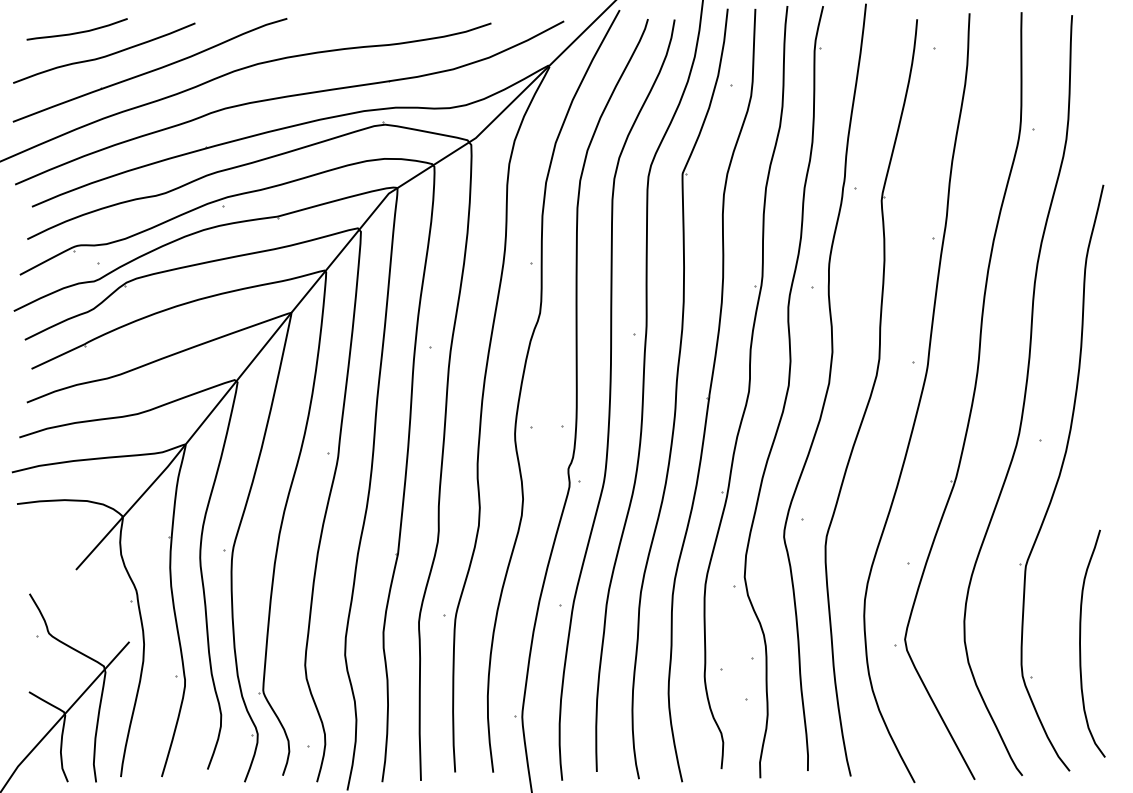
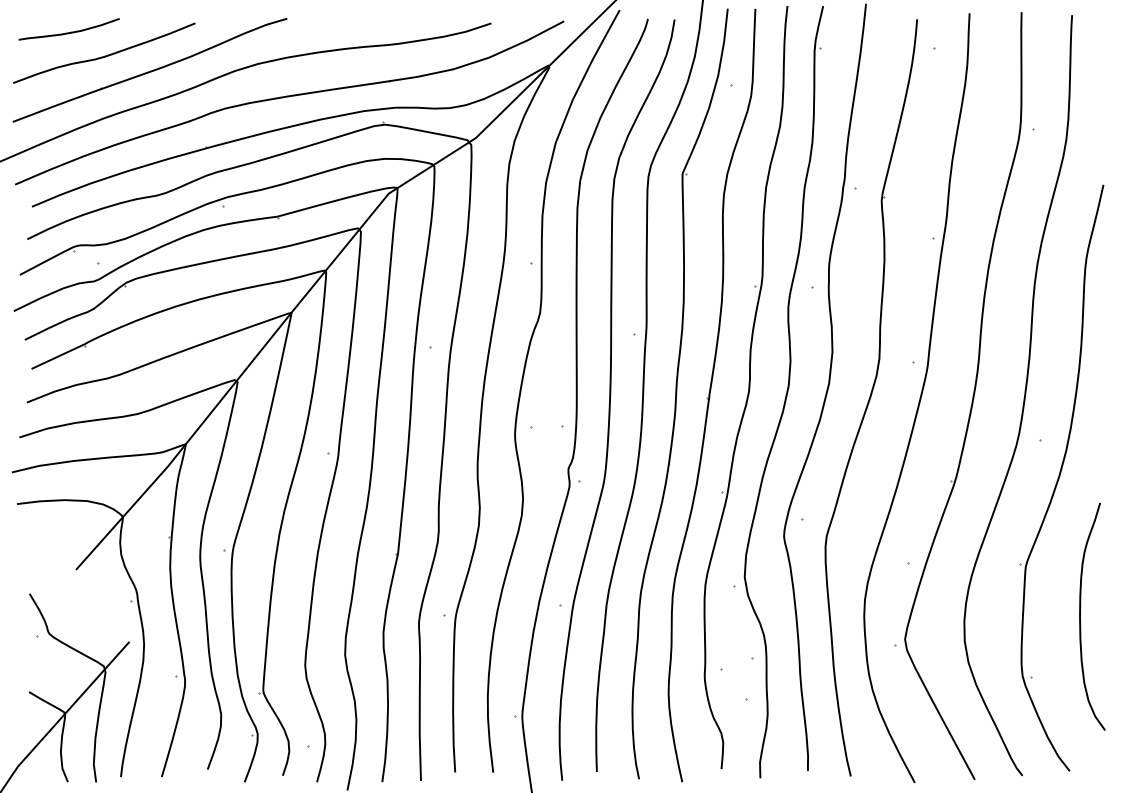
curve at (76, 32) position: (76, 32) -> (68, 32)
curve at (1080, 643) position: (1080, 643) -> (1080, 616)
